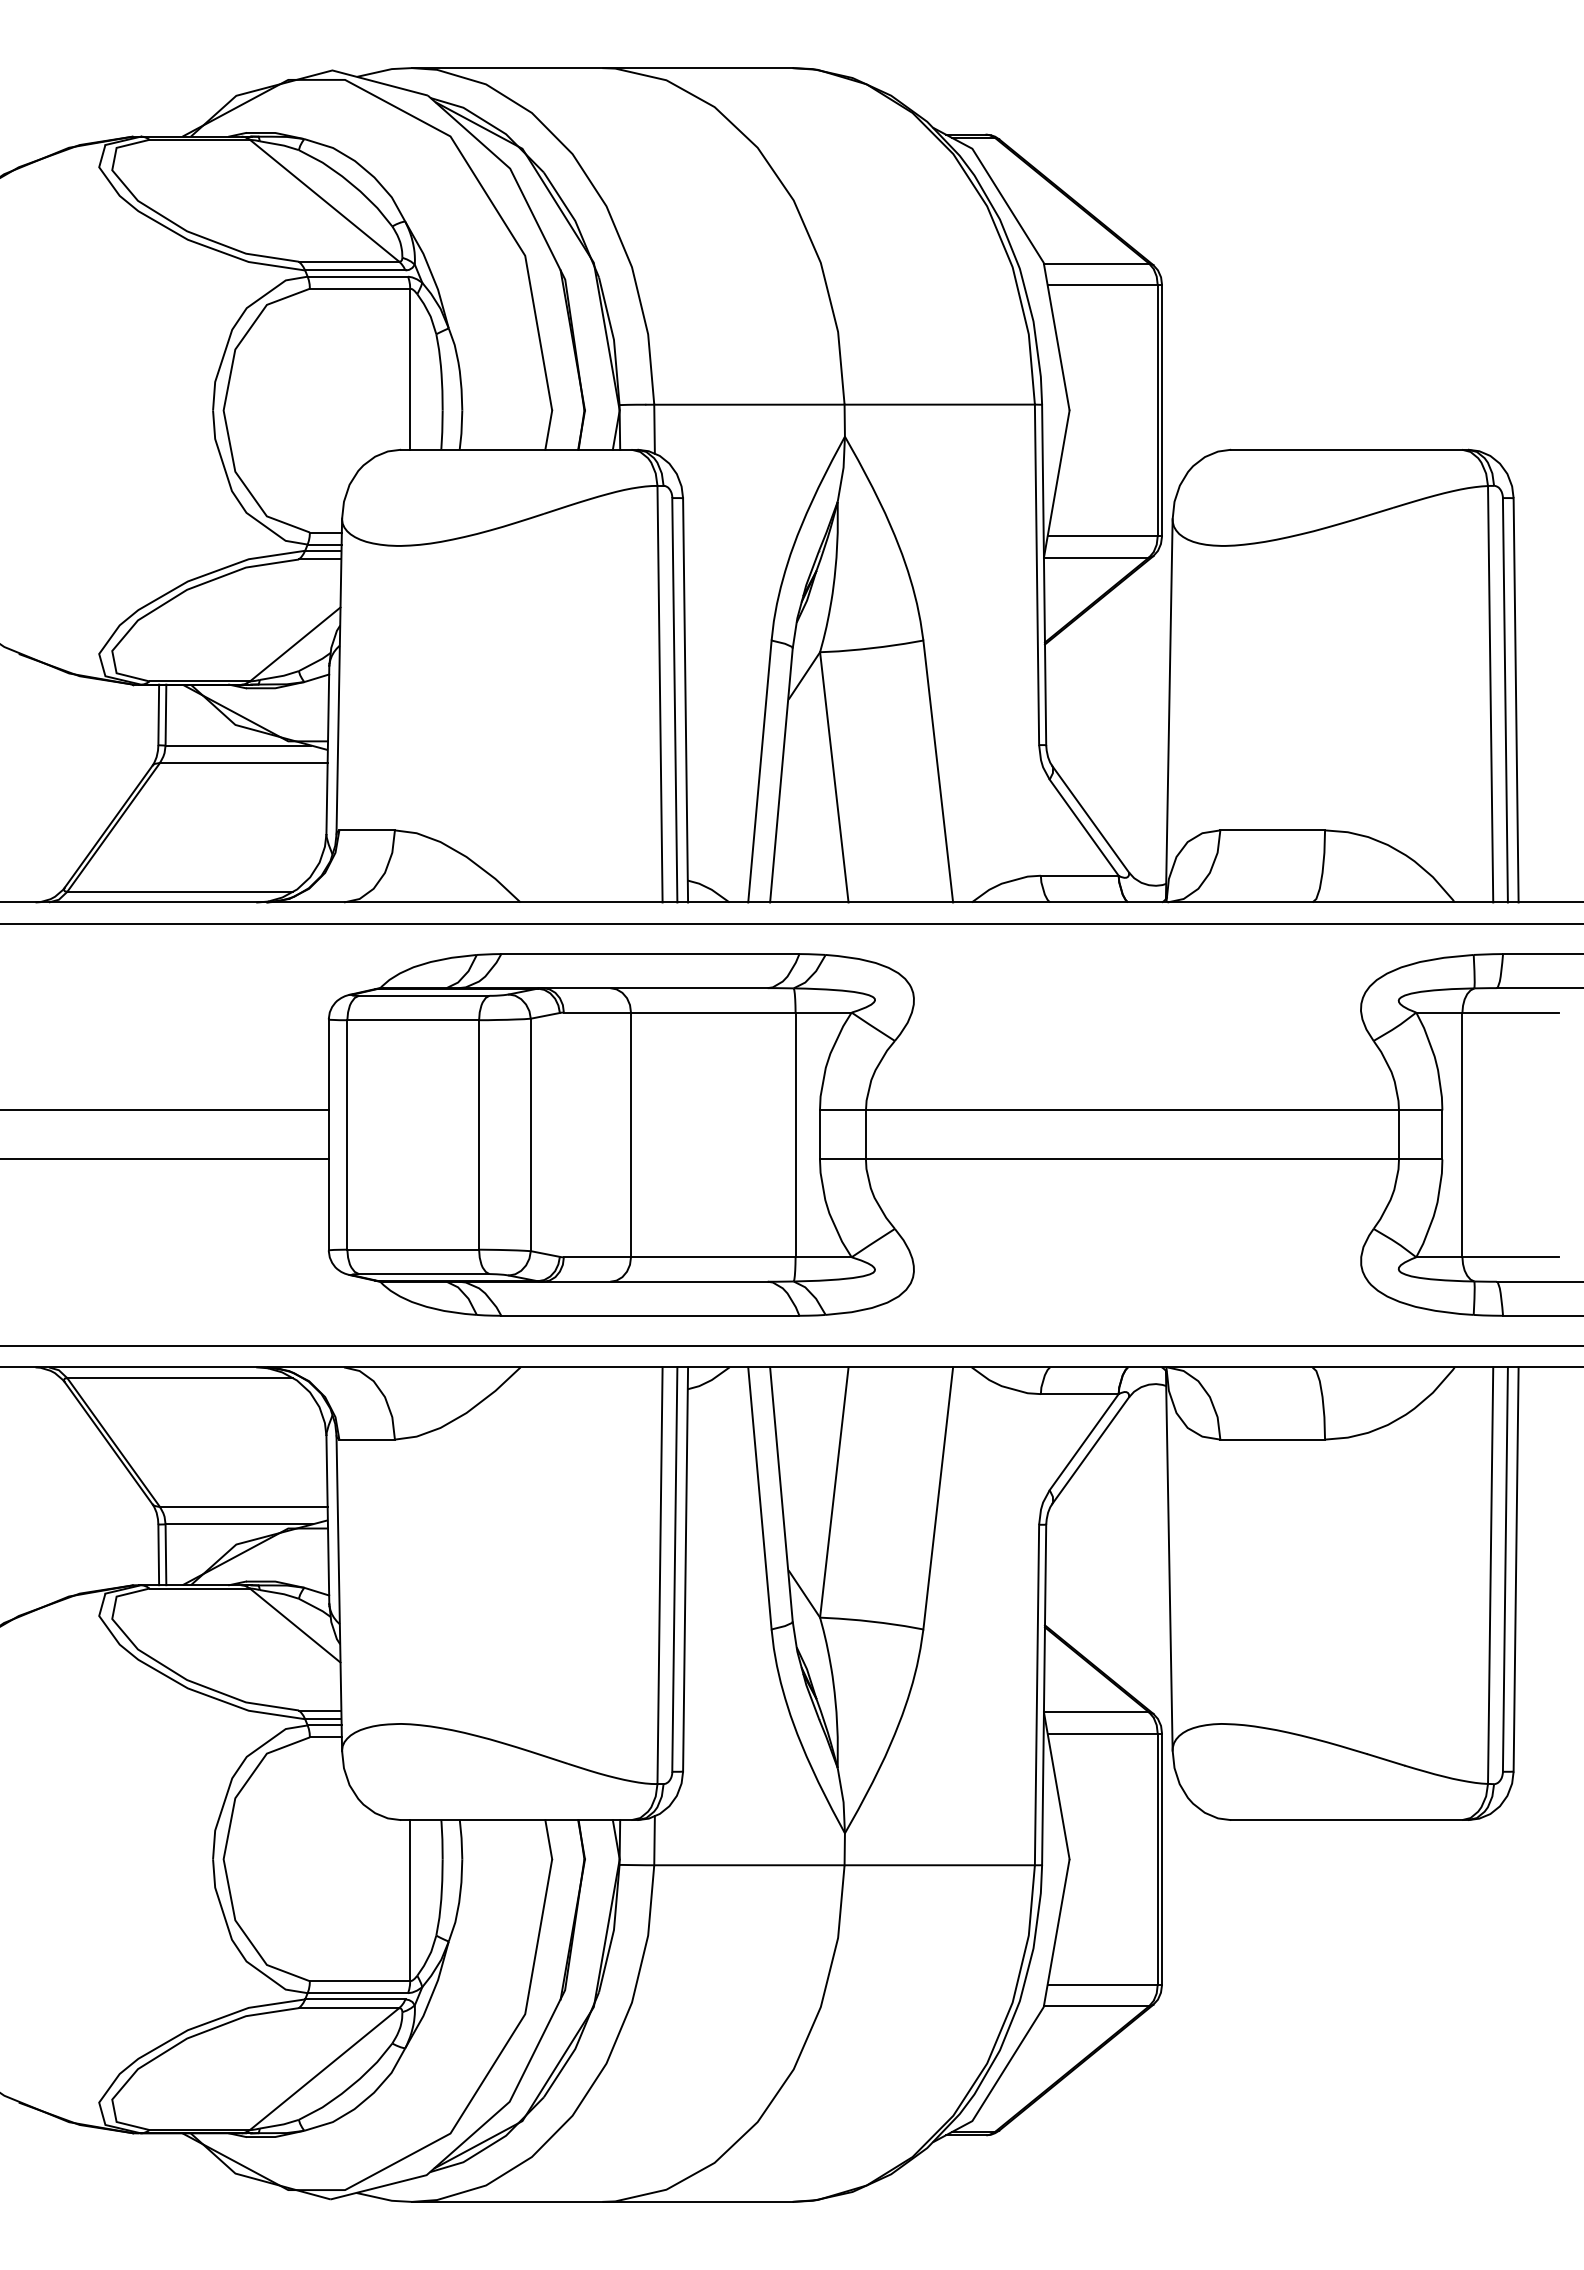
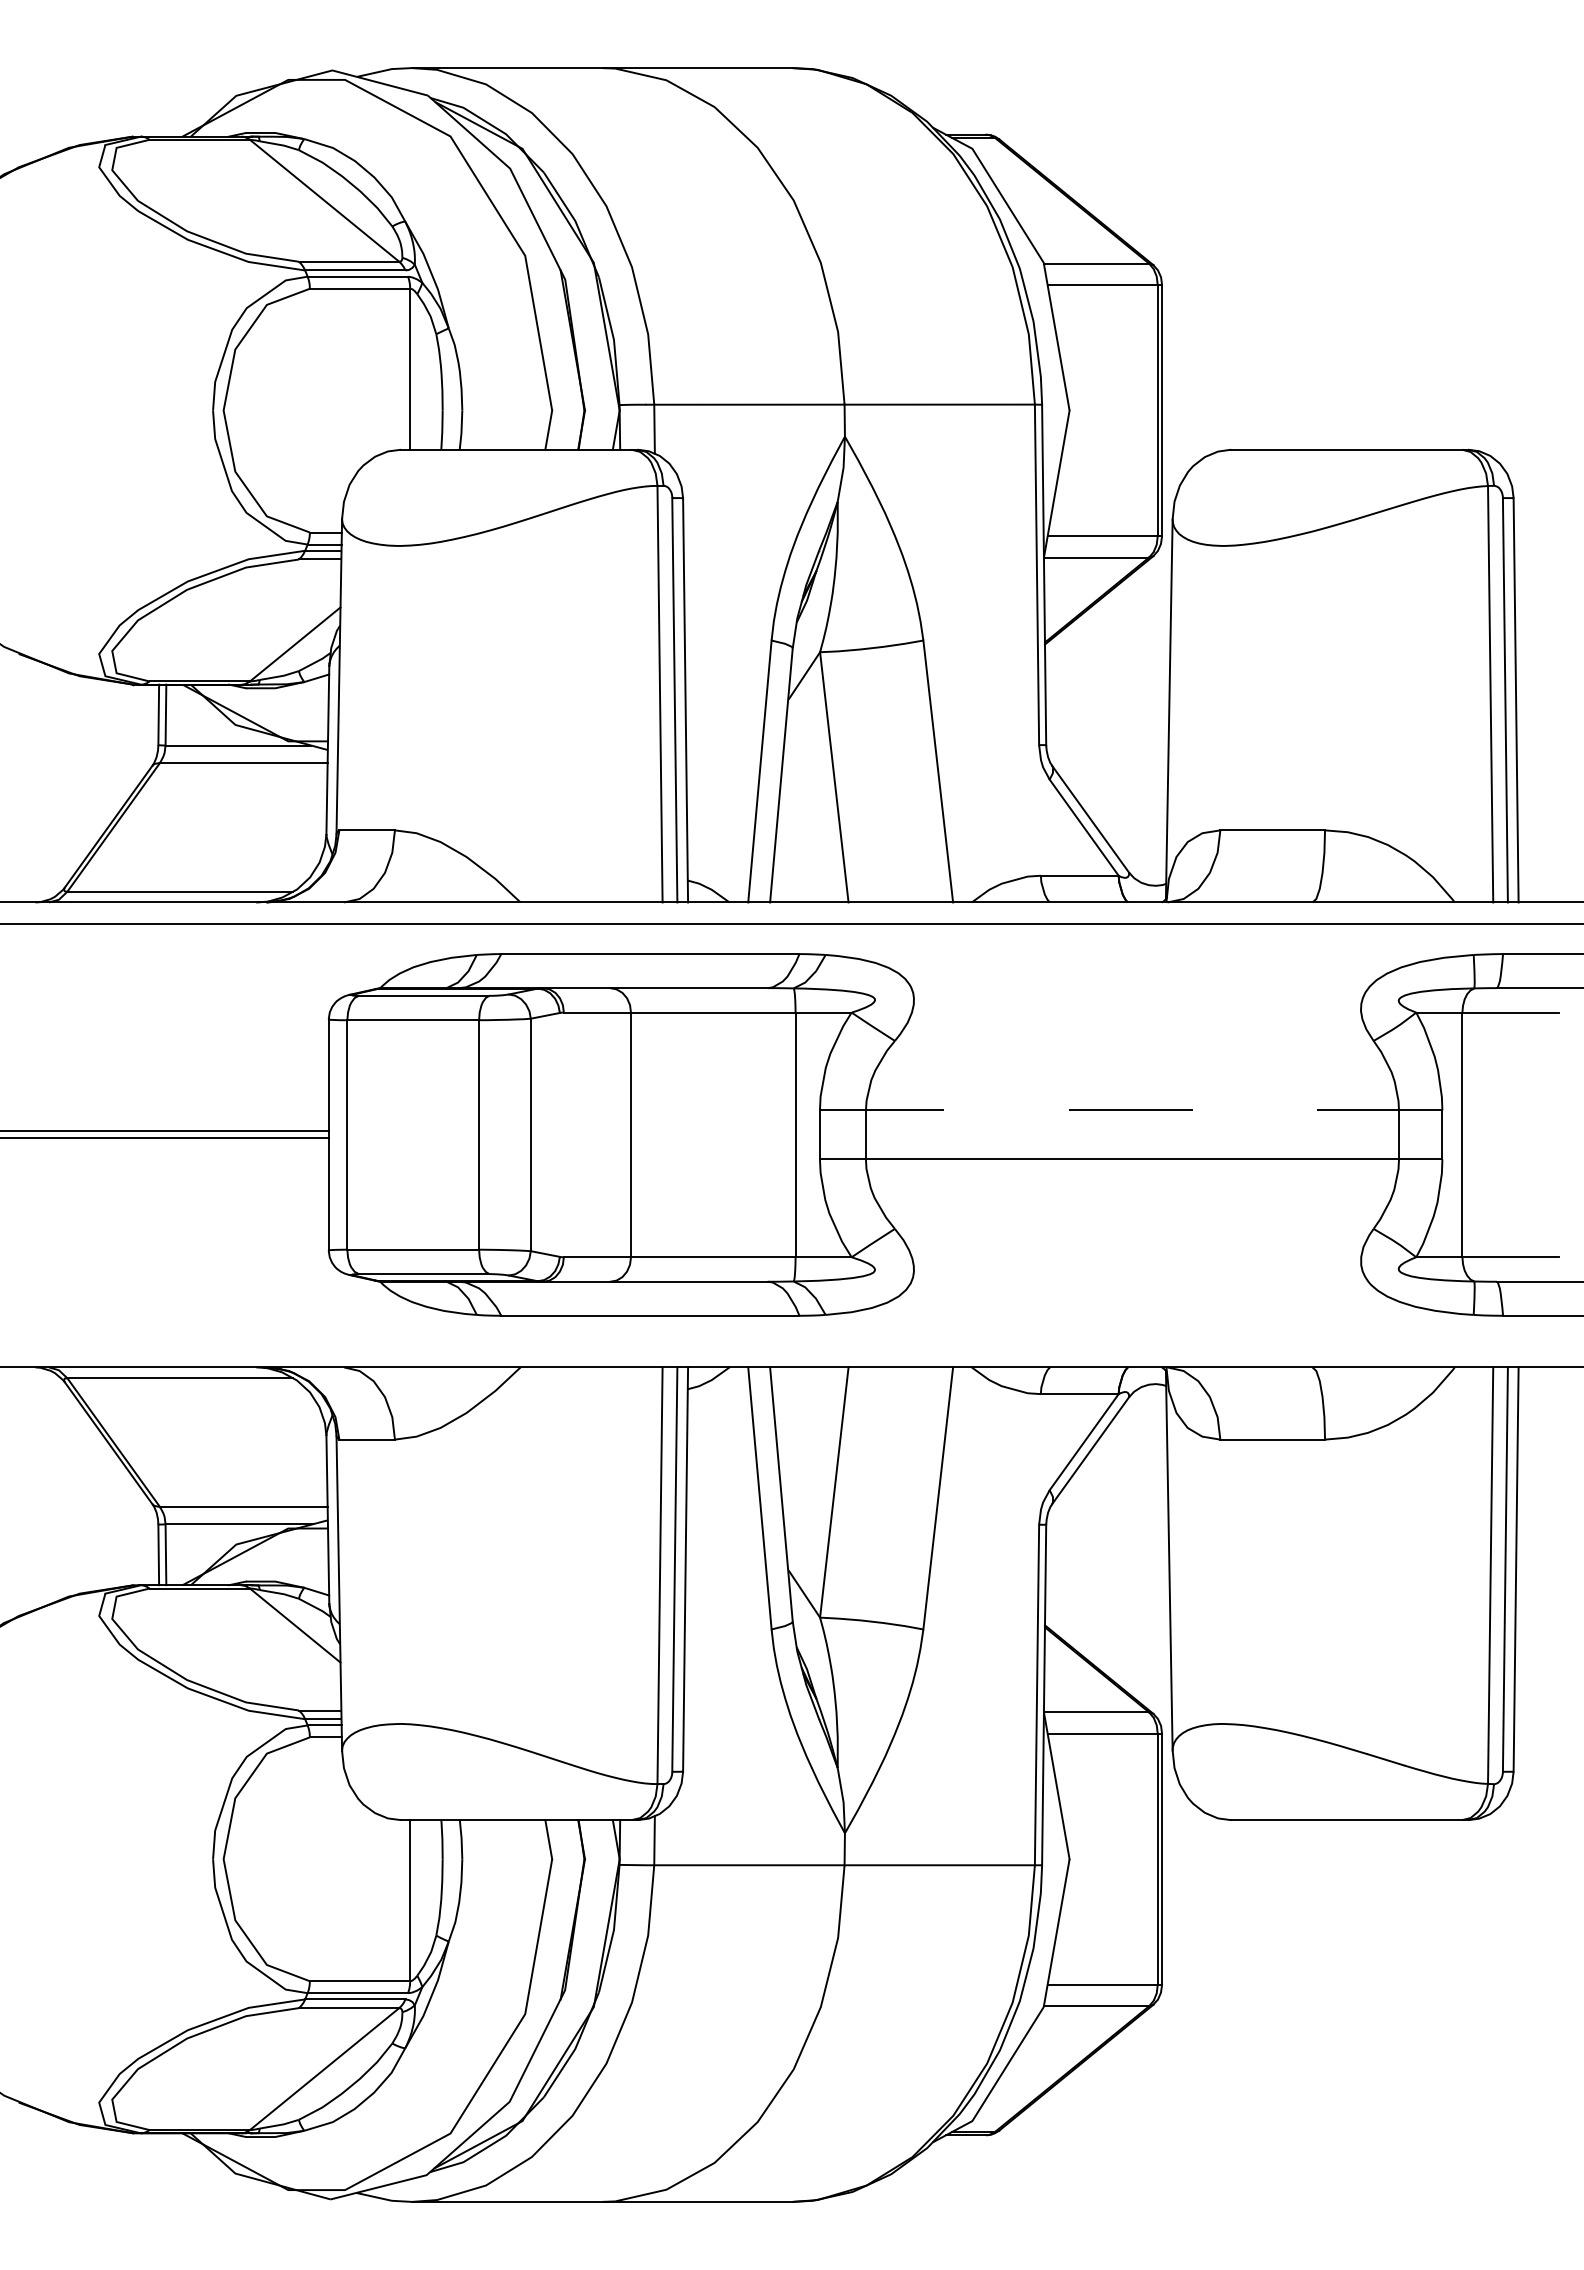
line at (165, 1110) position: (165, 1110) -> (165, 1131)
line at (1131, 1110): solid -> dashed
line at (165, 1159) position: (165, 1159) -> (165, 1138)
line at (791, 1345): present -> none
